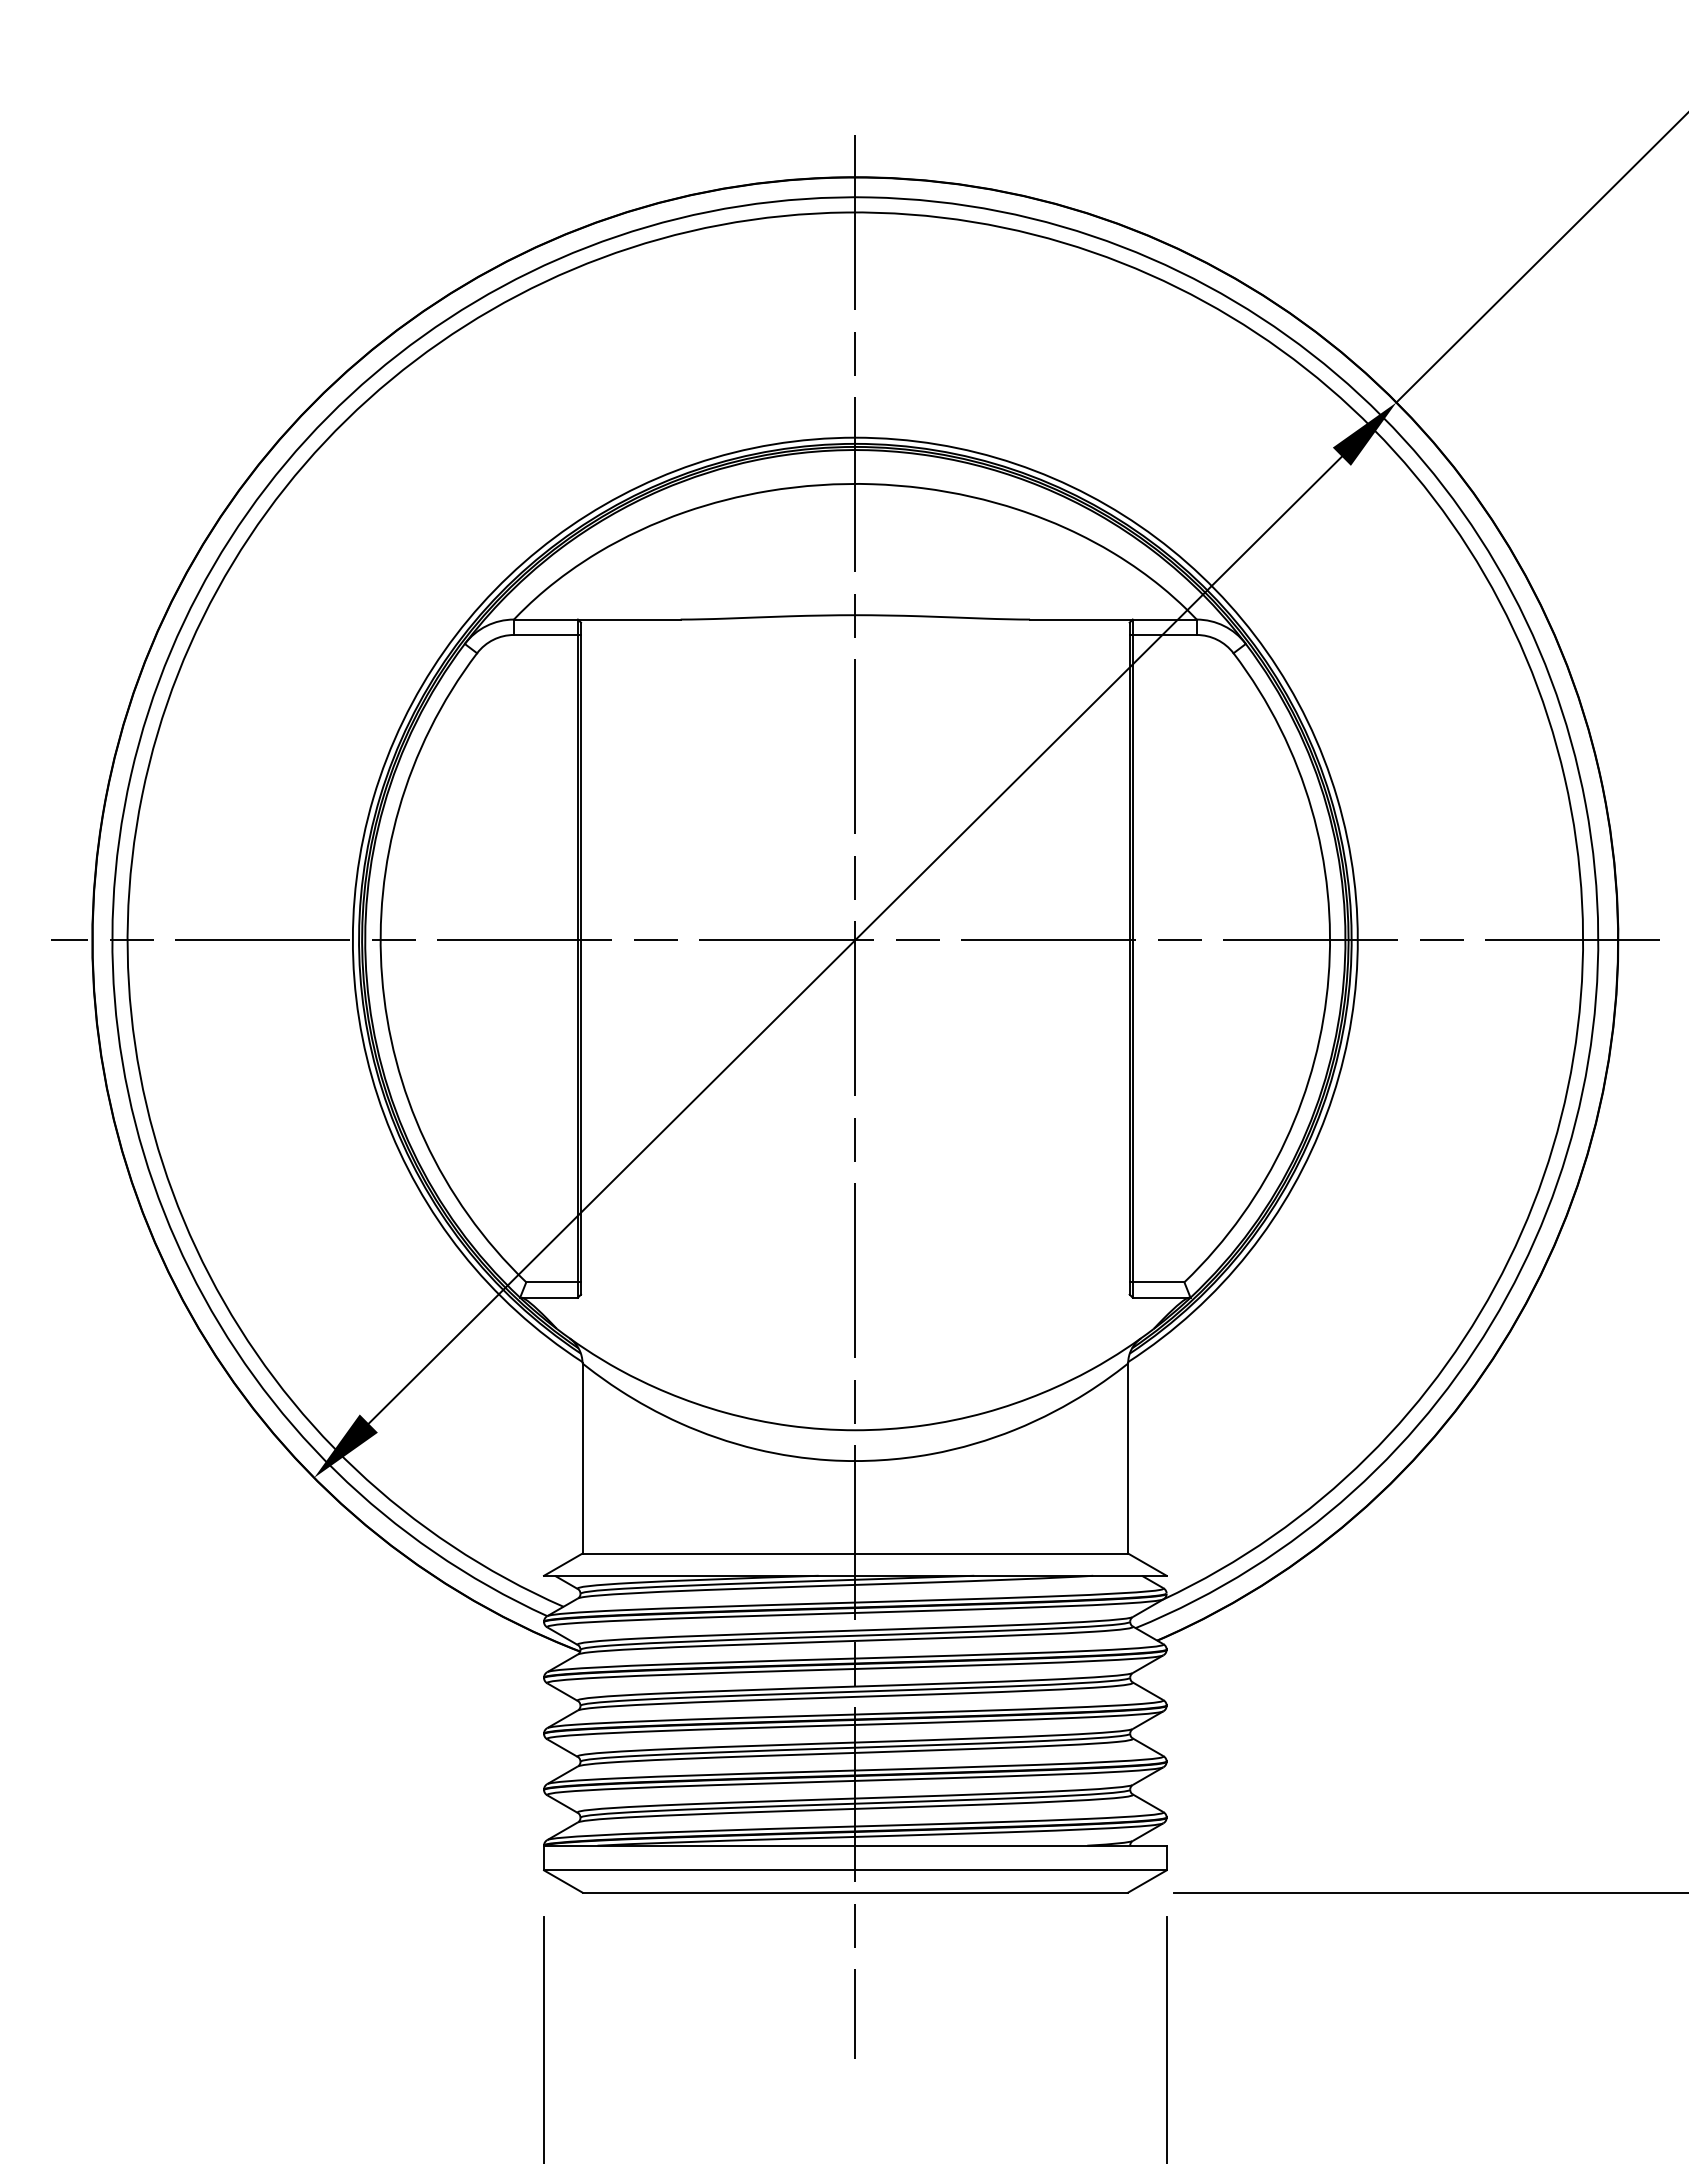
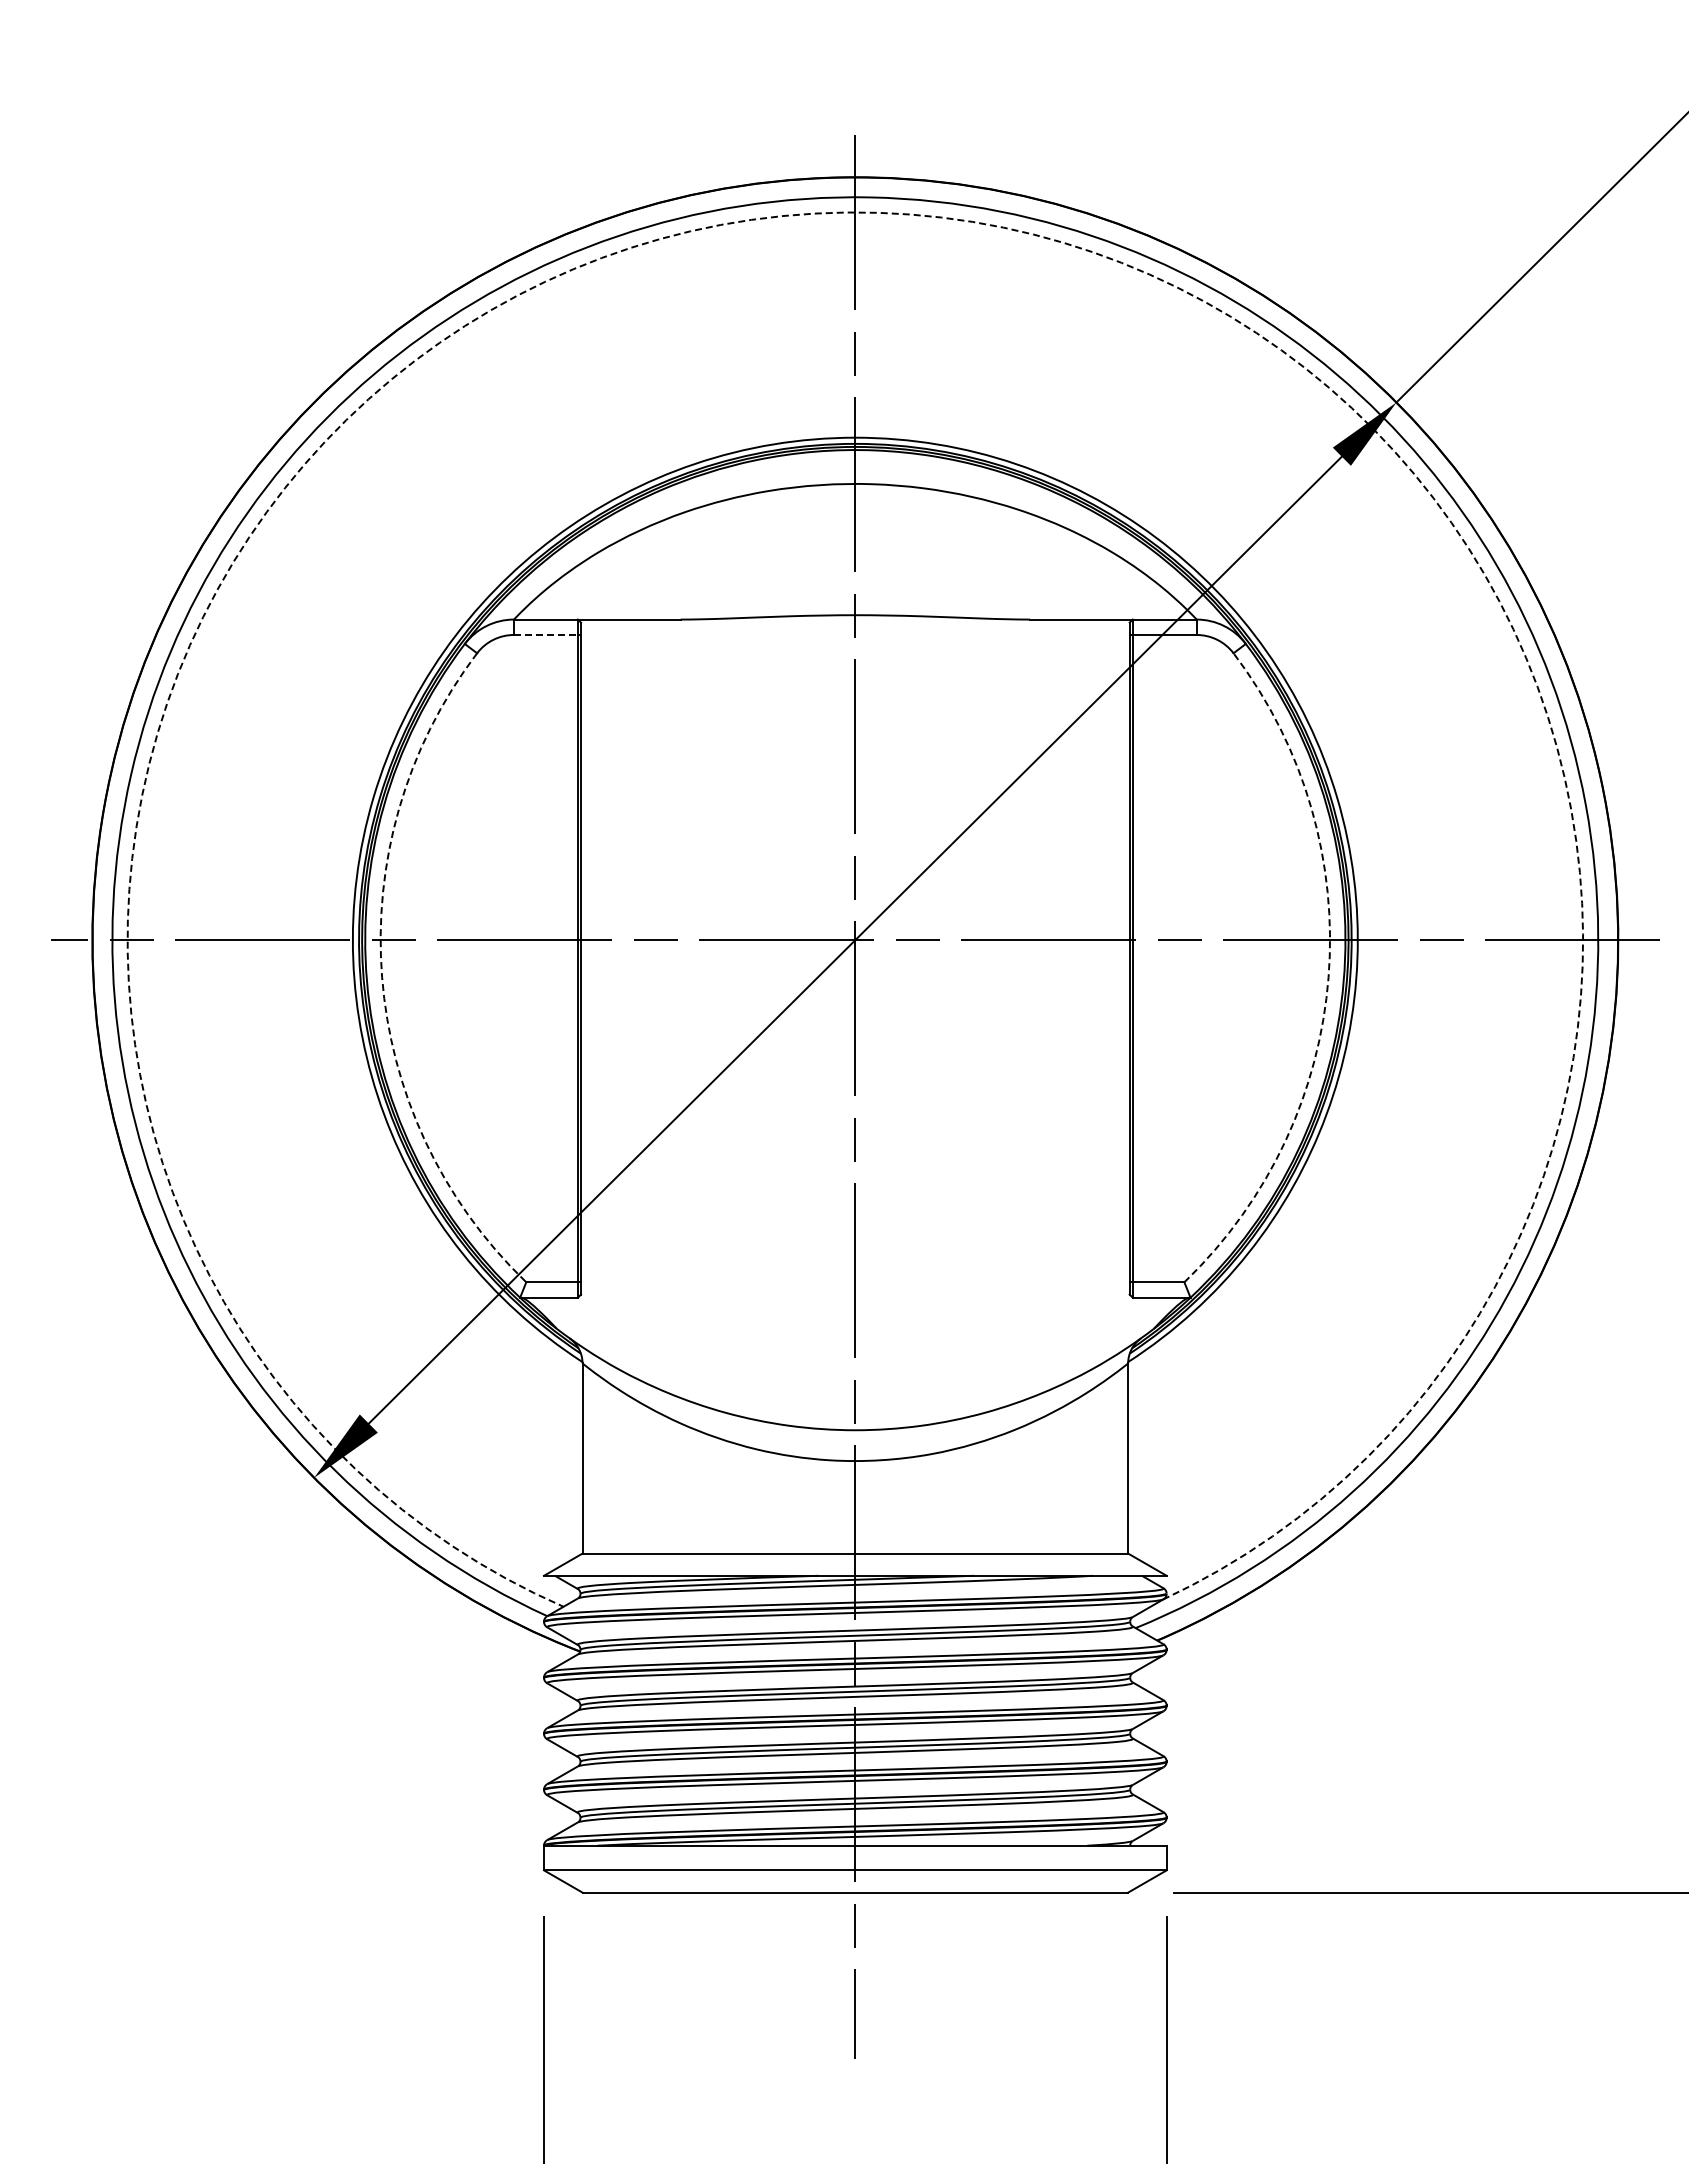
arc at (846, 212): solid -> dashed
line at (545, 634): solid -> dashed
arc at (382, 977): solid -> dashed
arc at (1328, 977): solid -> dashed
